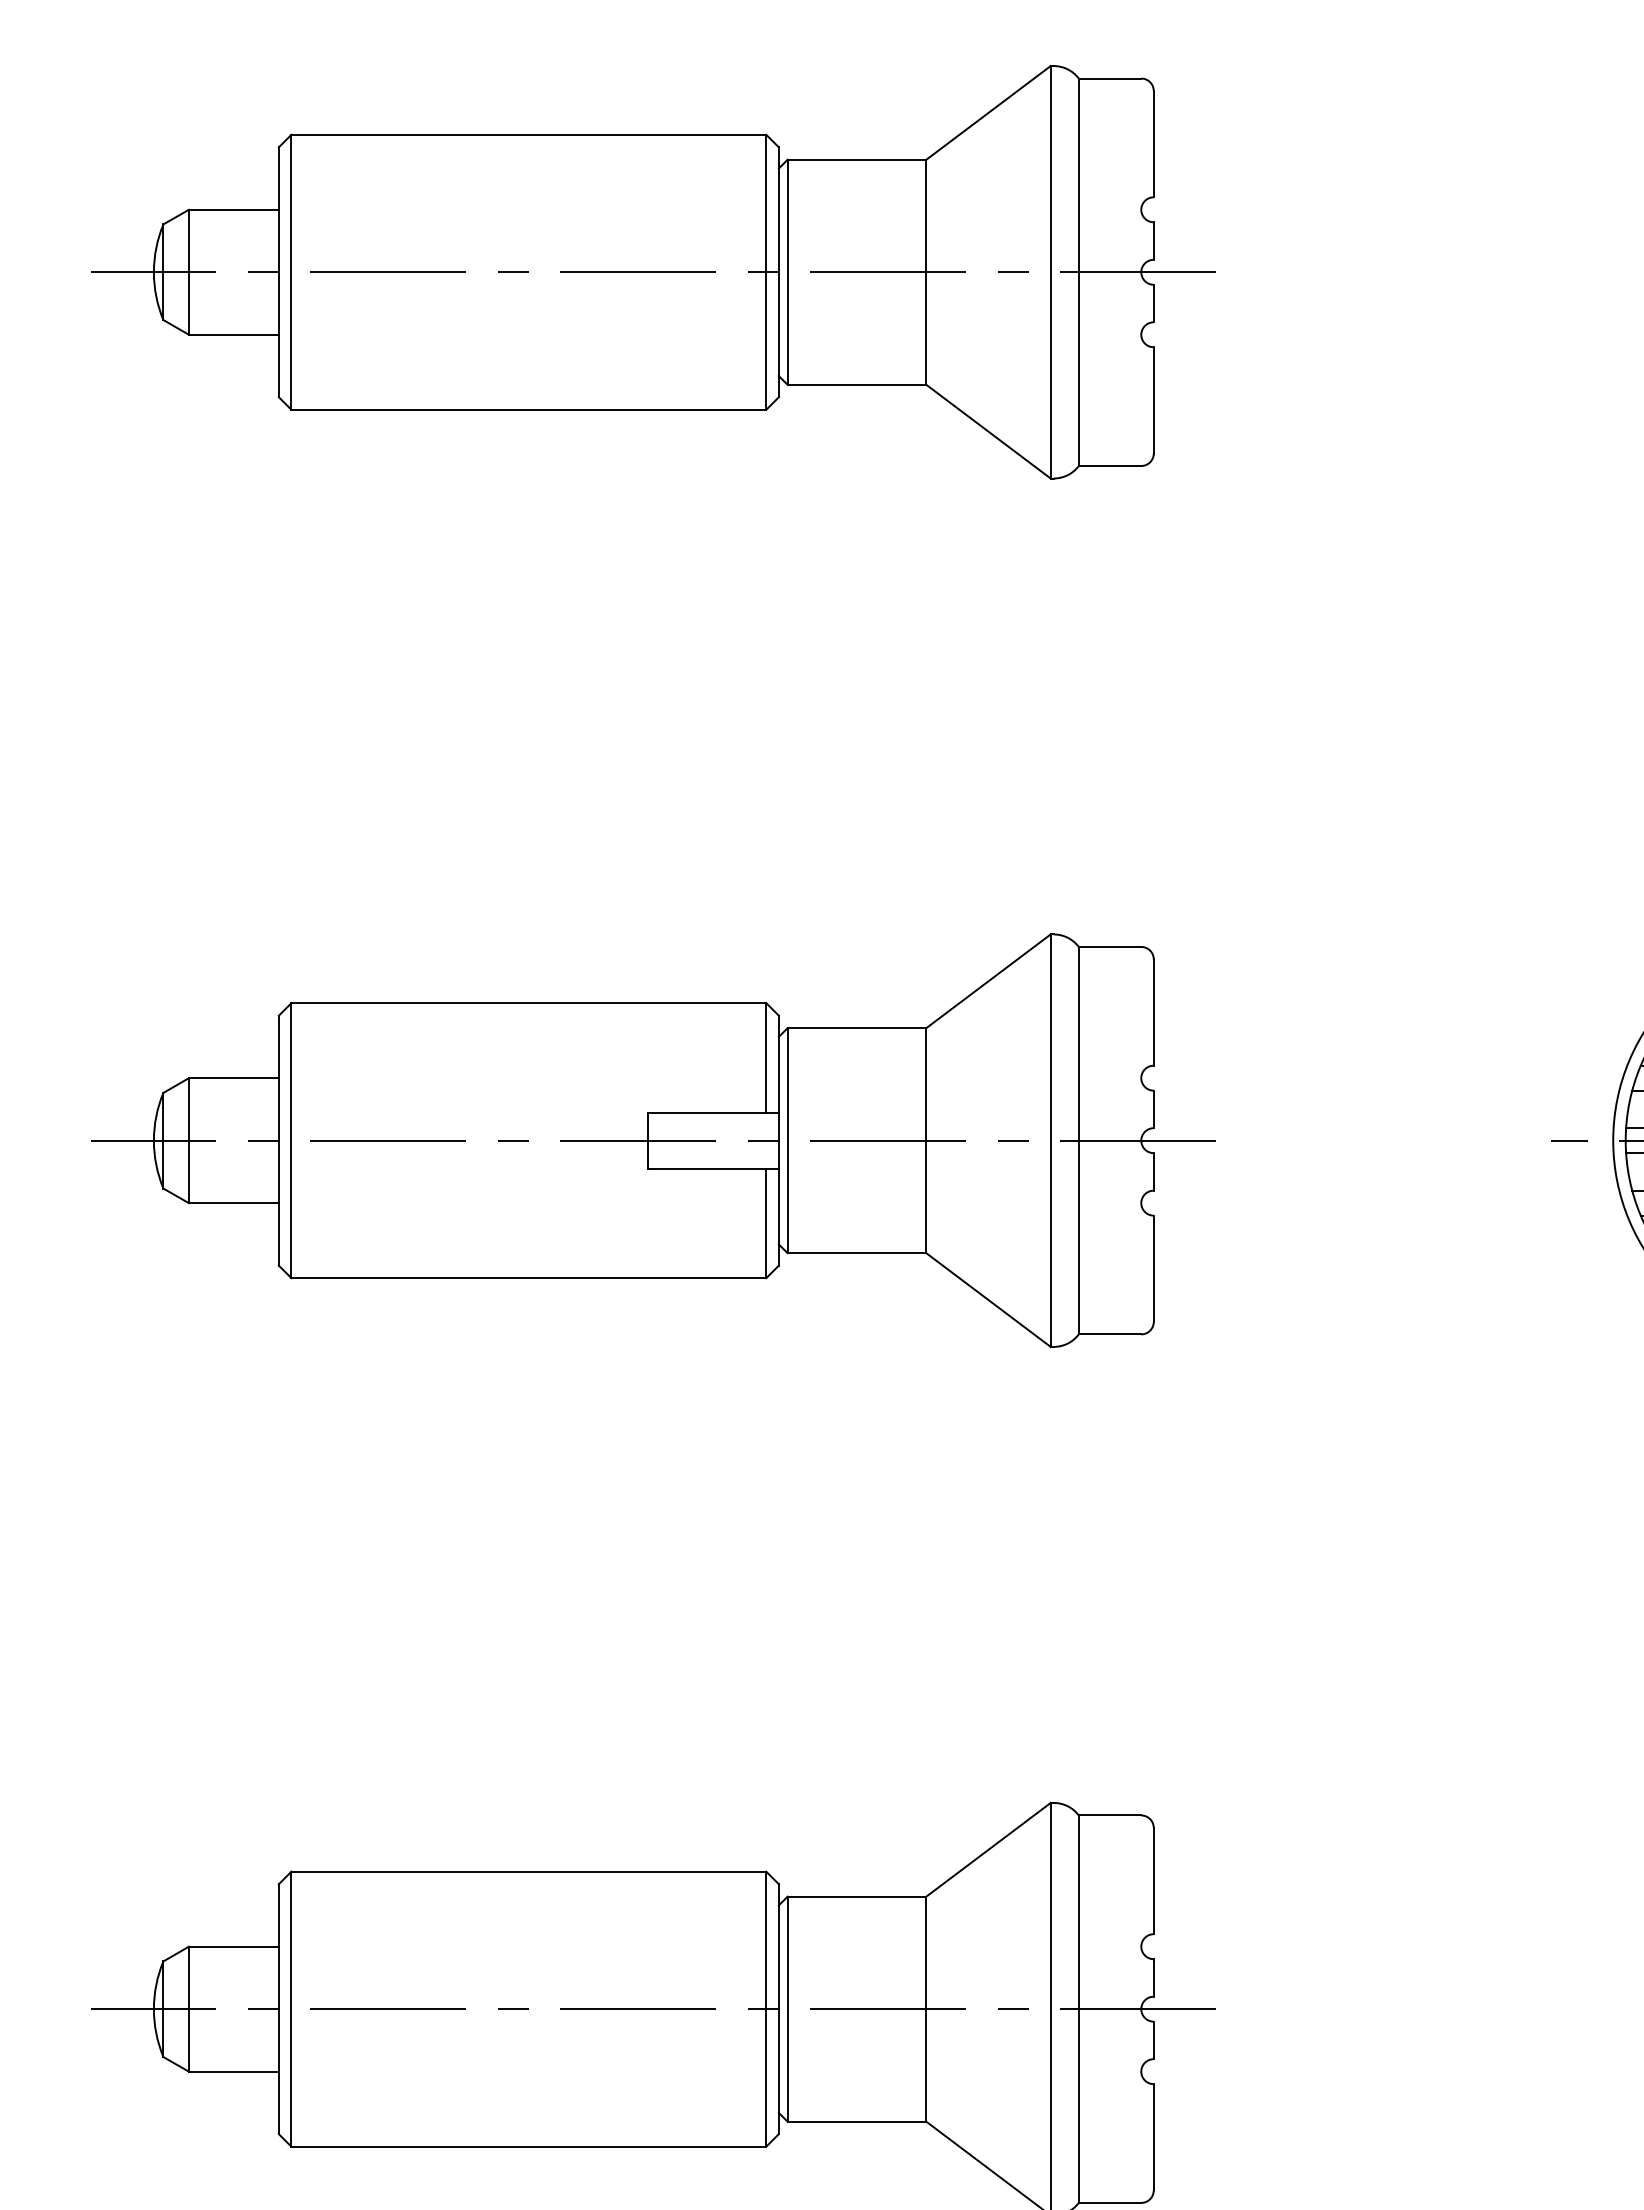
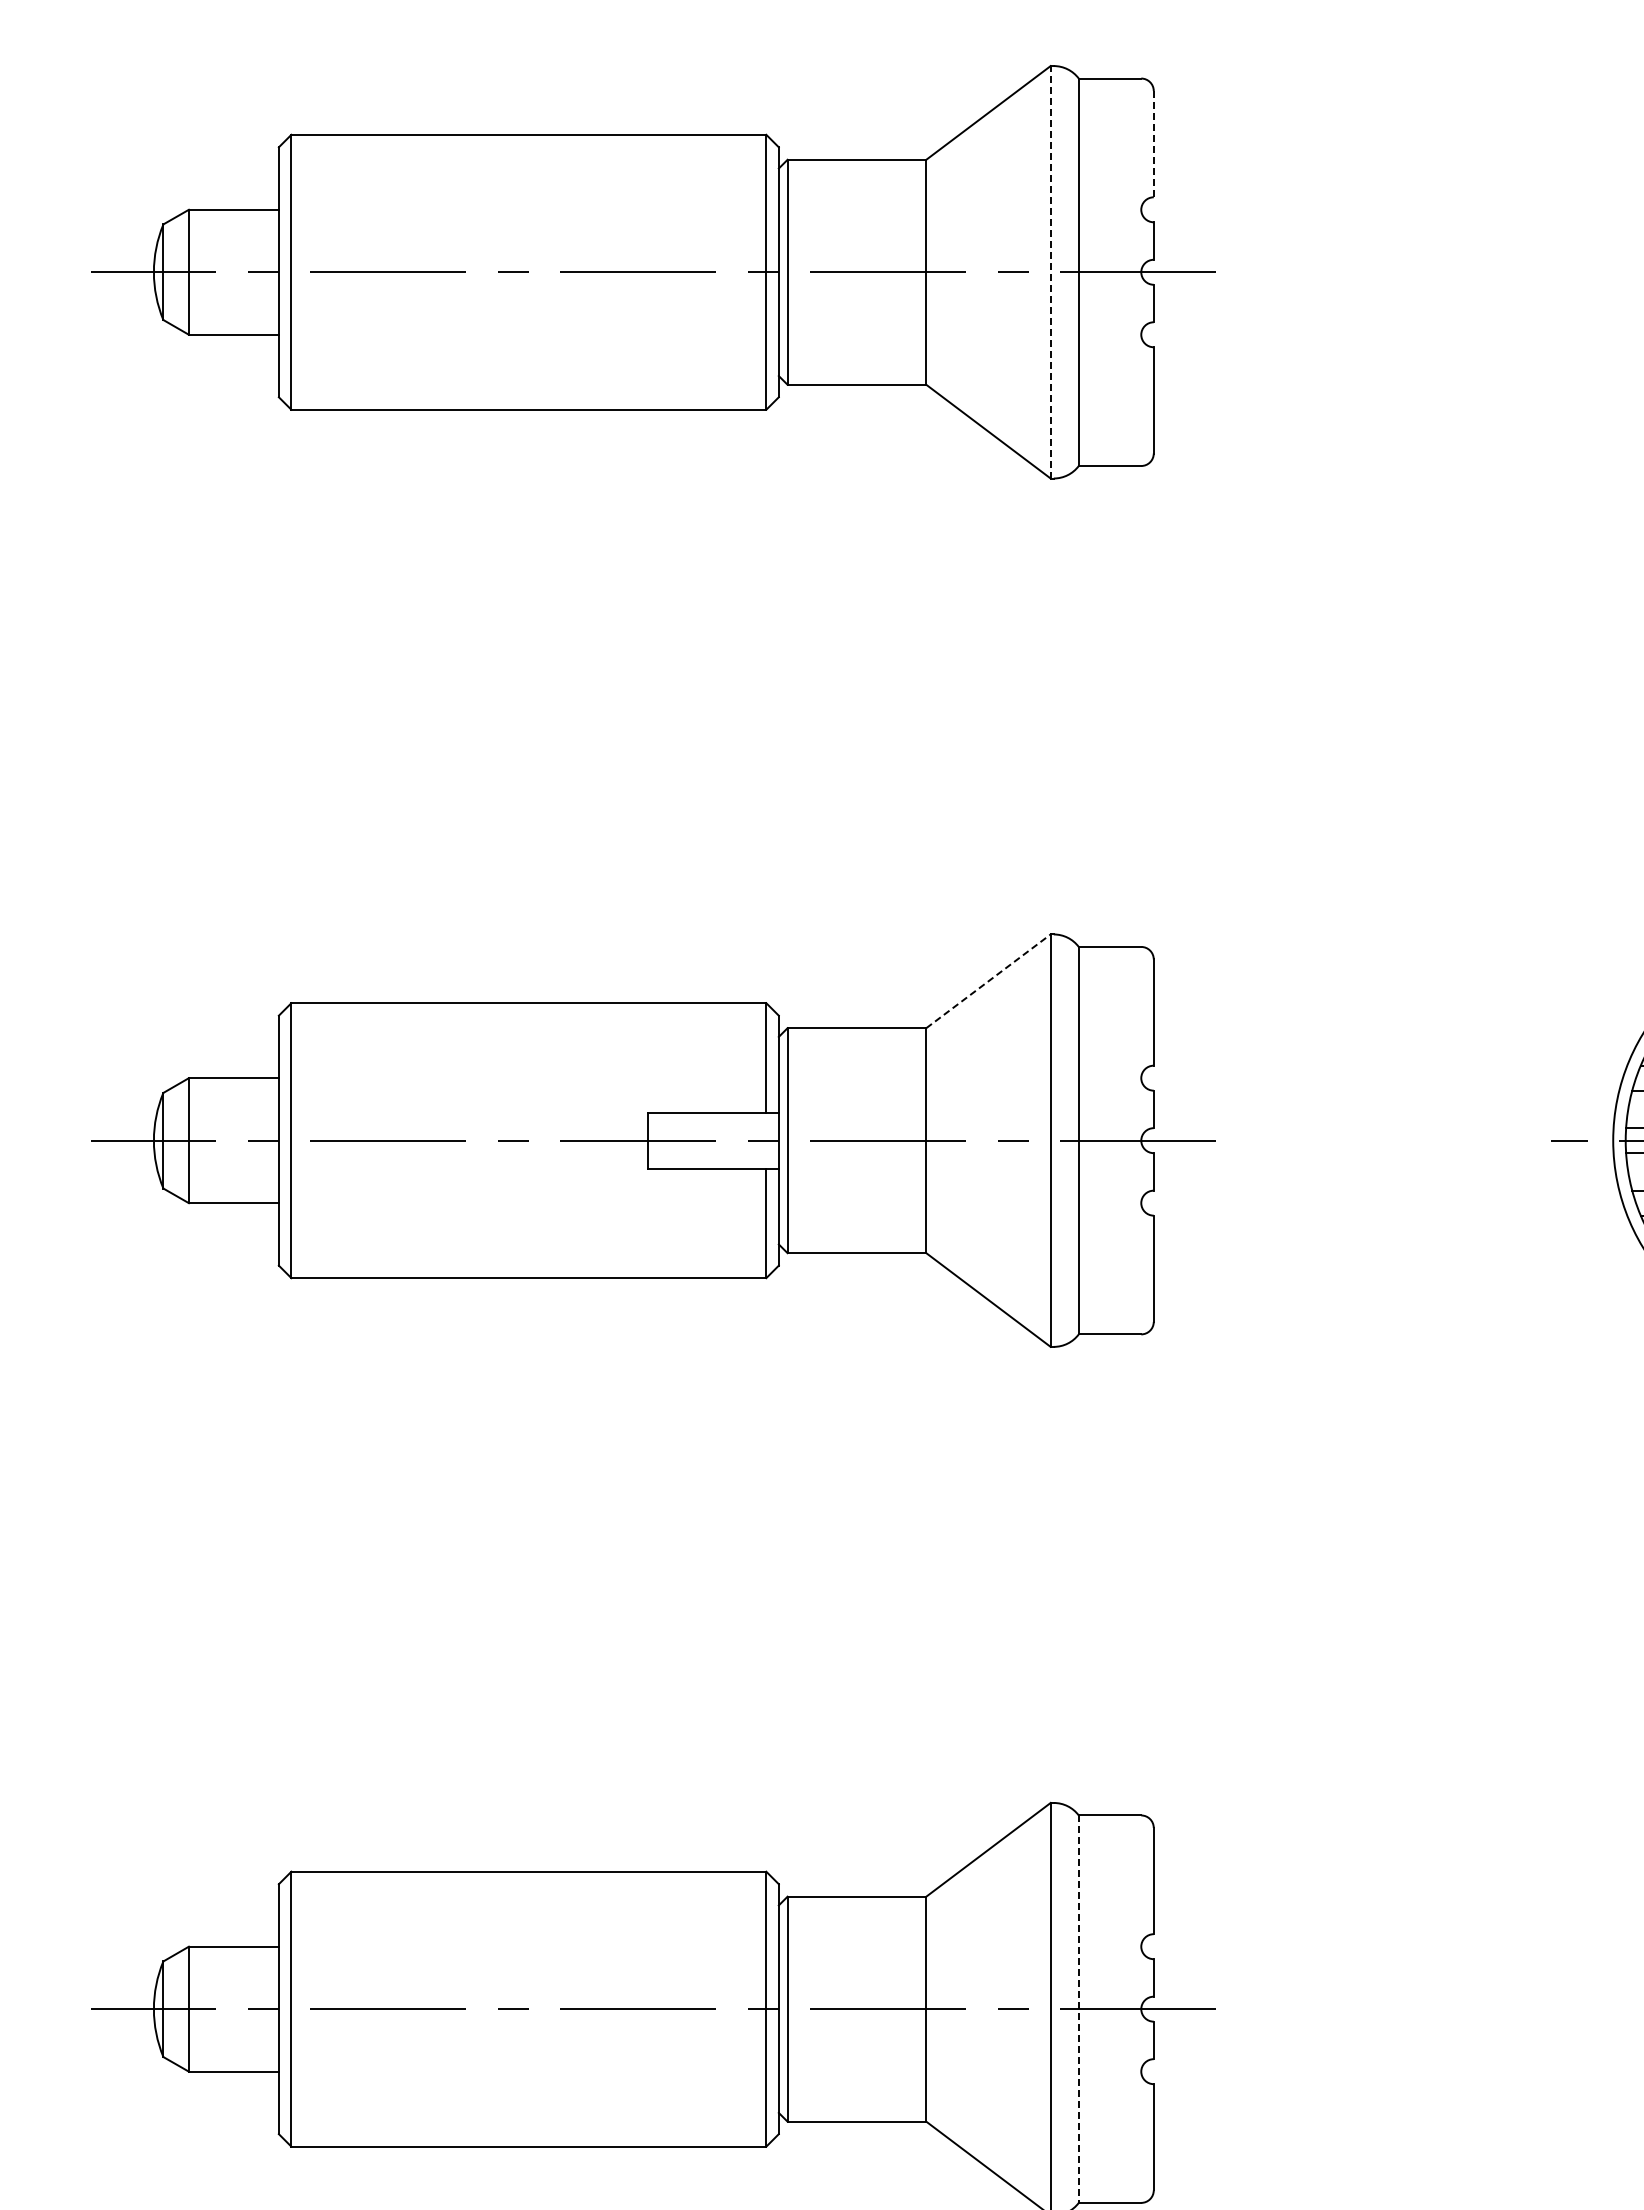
line at (1153, 144): solid -> dashed
line at (1050, 271): solid -> dashed
line at (988, 981): solid -> dashed
line at (1078, 2009): solid -> dashed
